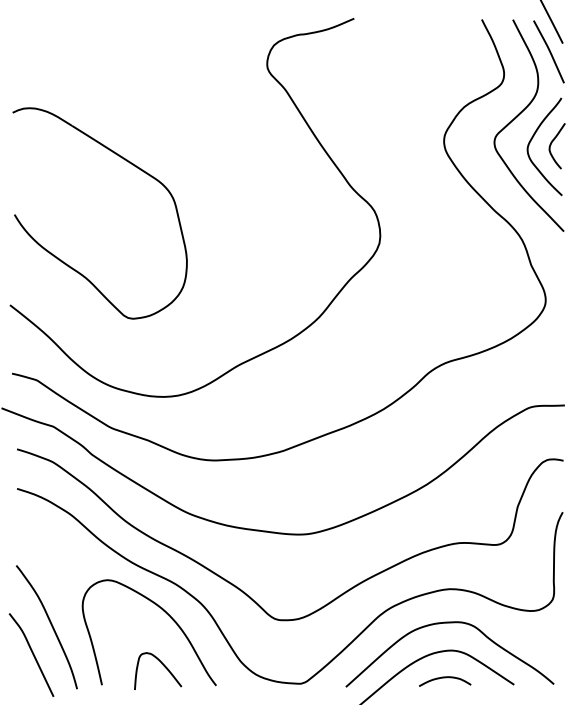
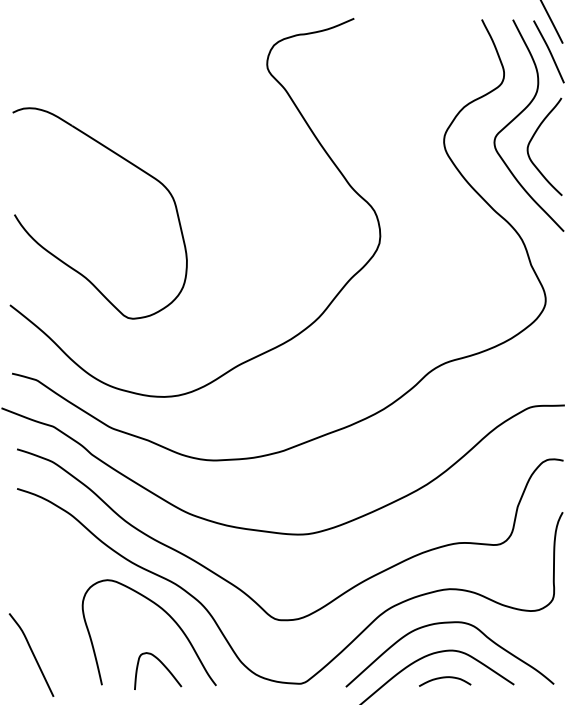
curve at (552, 143): present -> none
curve at (50, 624): present -> none
